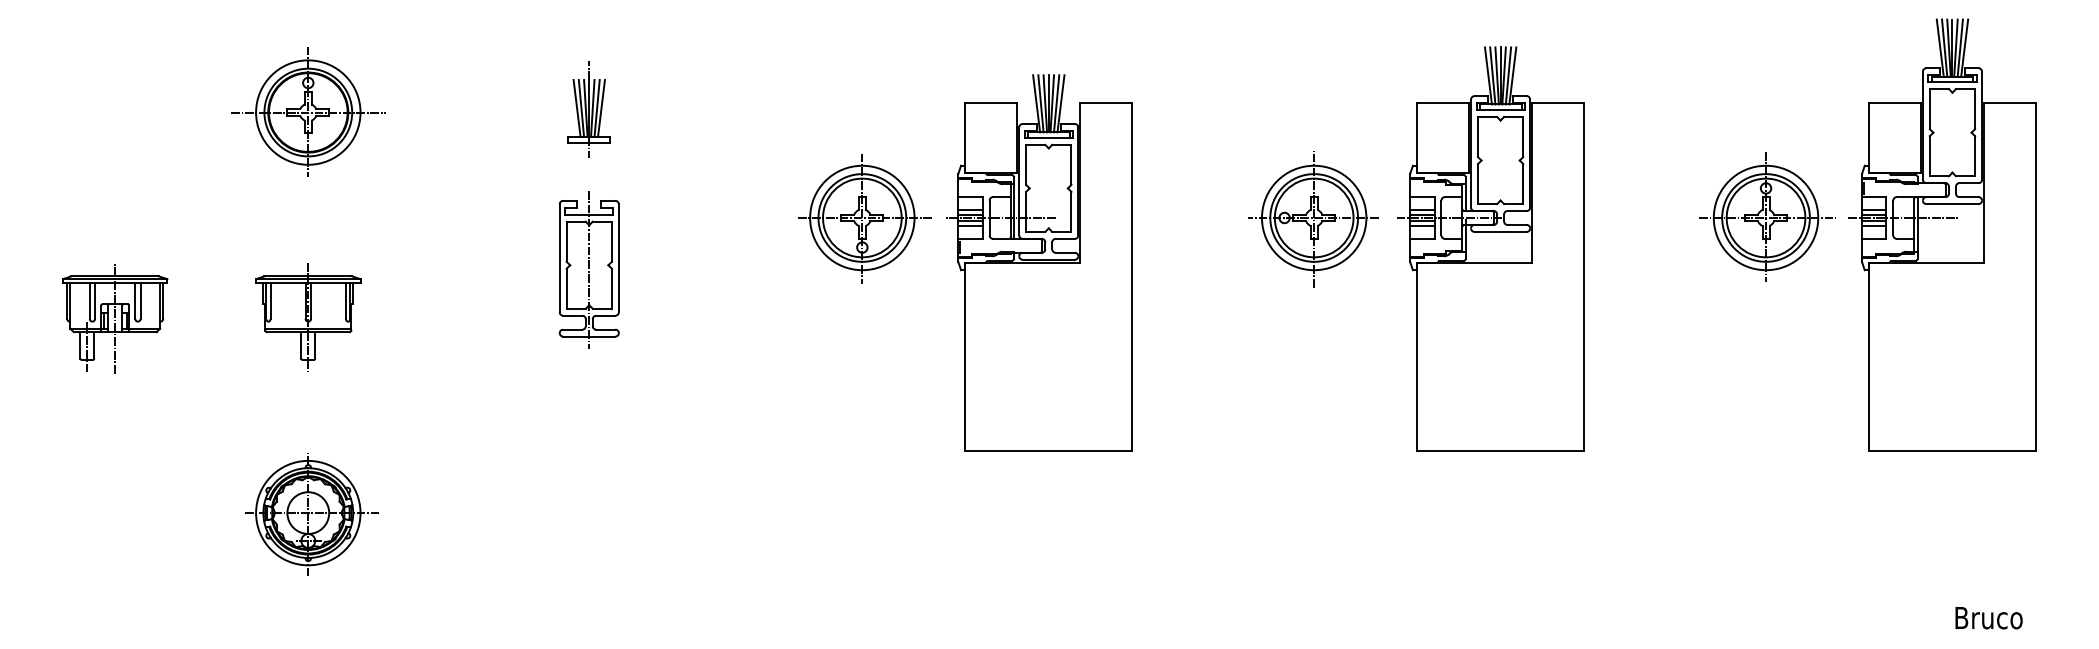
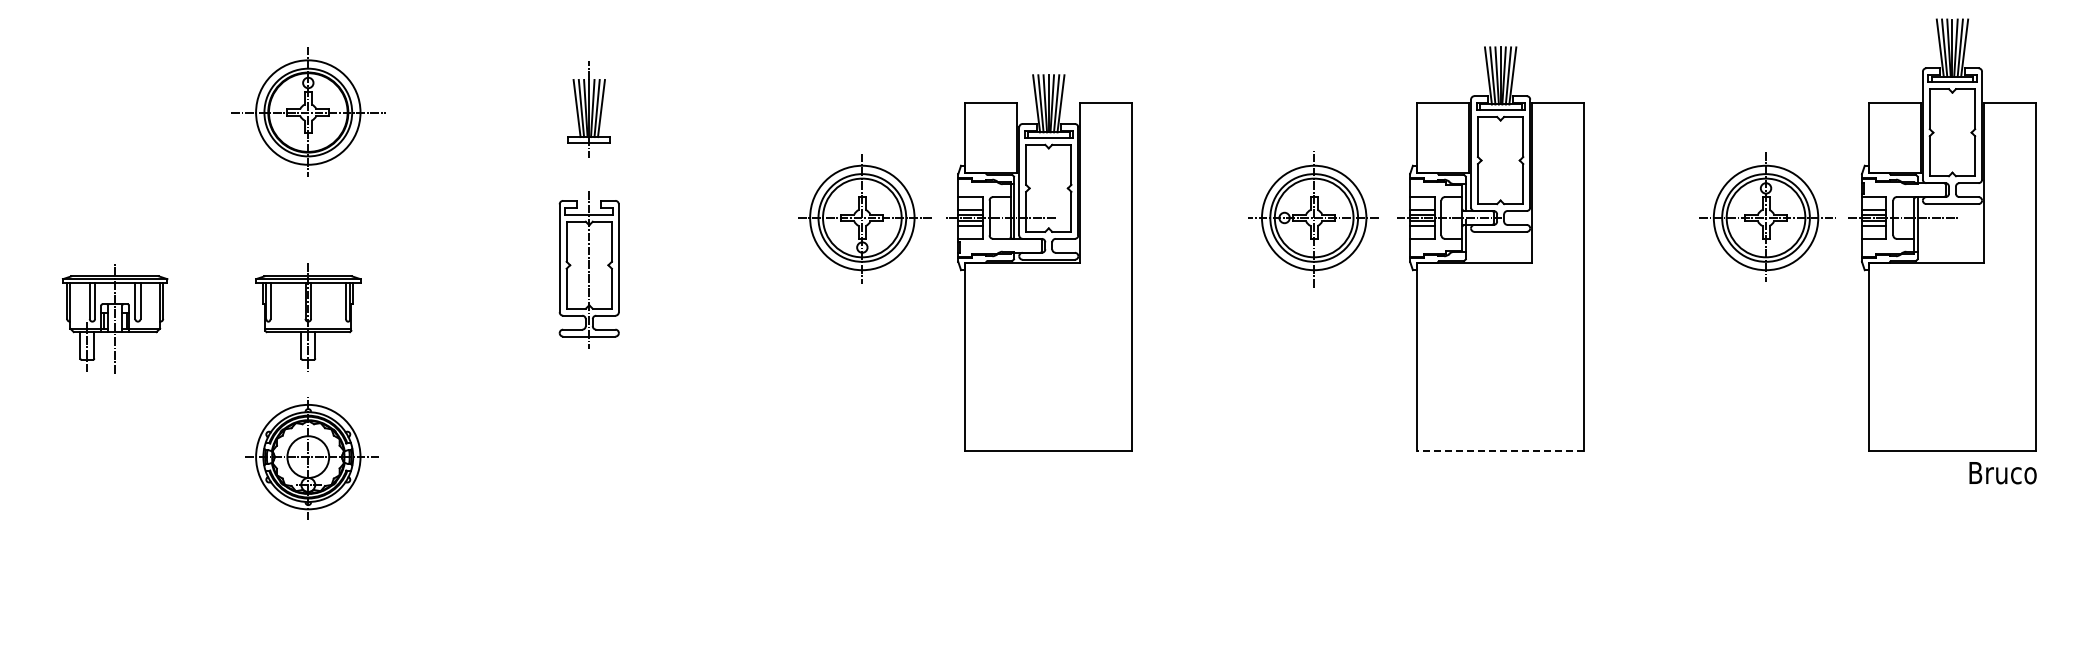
line at (1500, 451): solid -> dashed
part at (311, 514) position: (311, 514) -> (311, 458)
text at (1988, 618) position: (1988, 618) -> (2002, 473)
